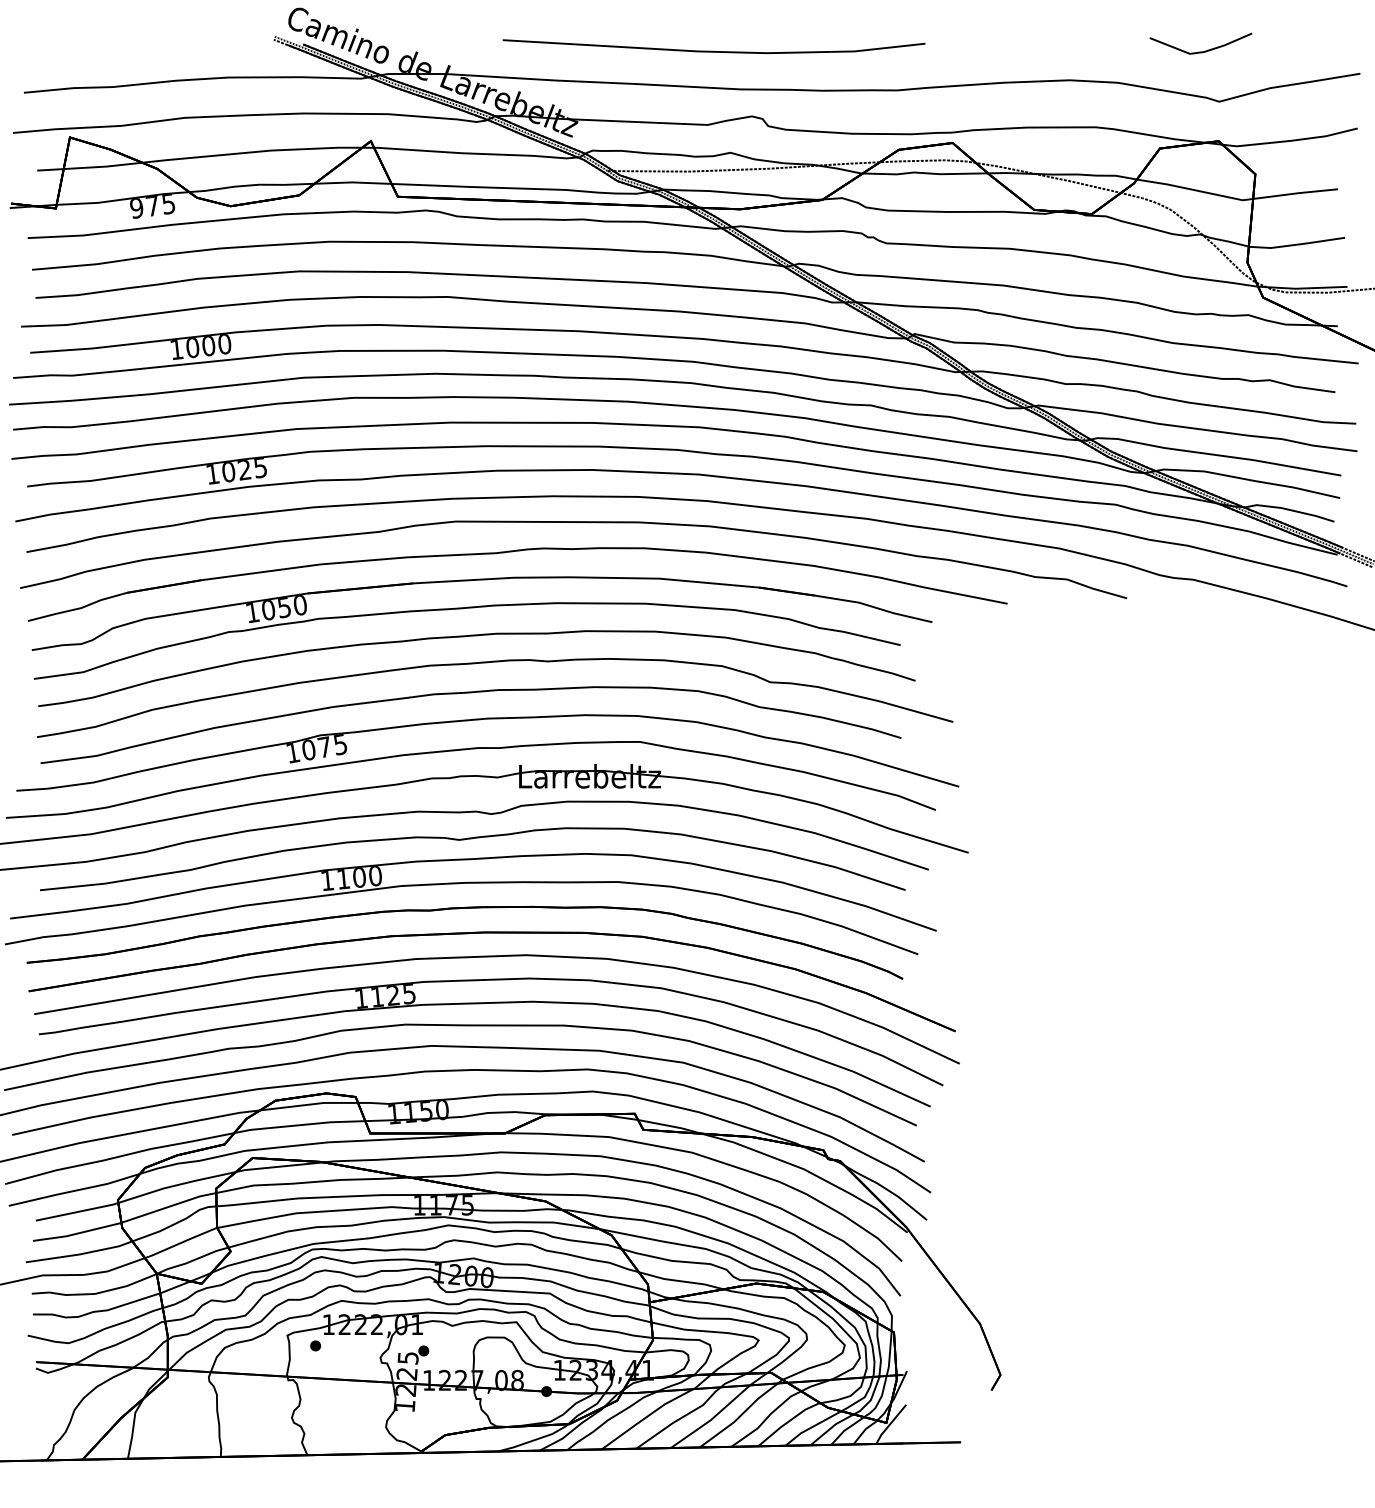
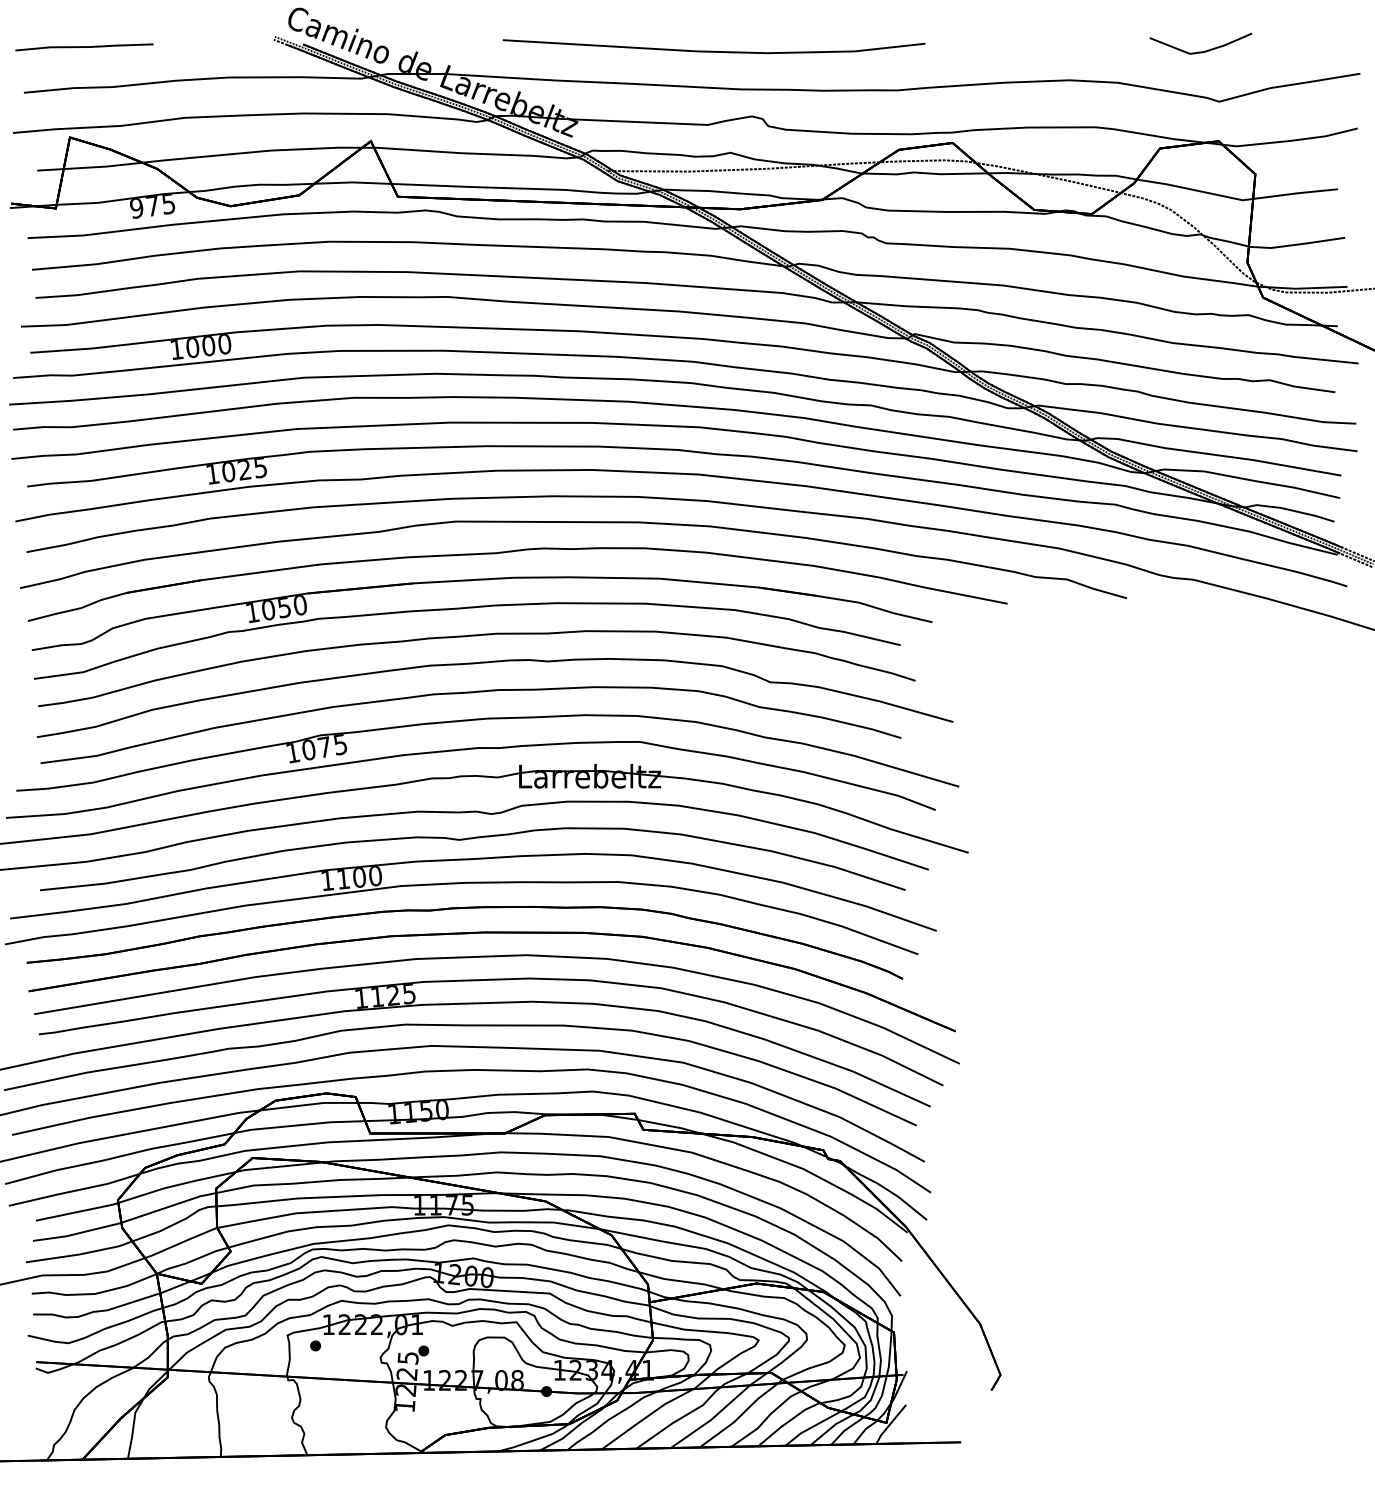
line at (84, 47): none -> present
